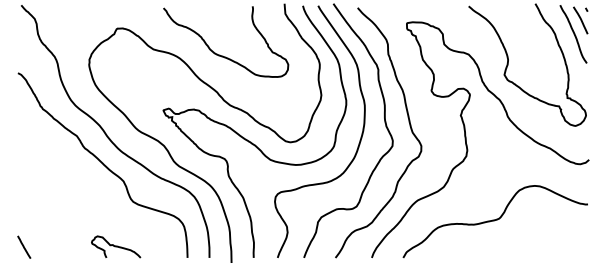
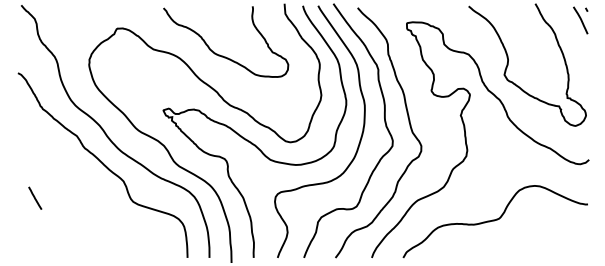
curve at (573, 34): present -> none
line at (24, 246) position: (24, 246) -> (35, 197)
curve at (116, 246): present -> none
